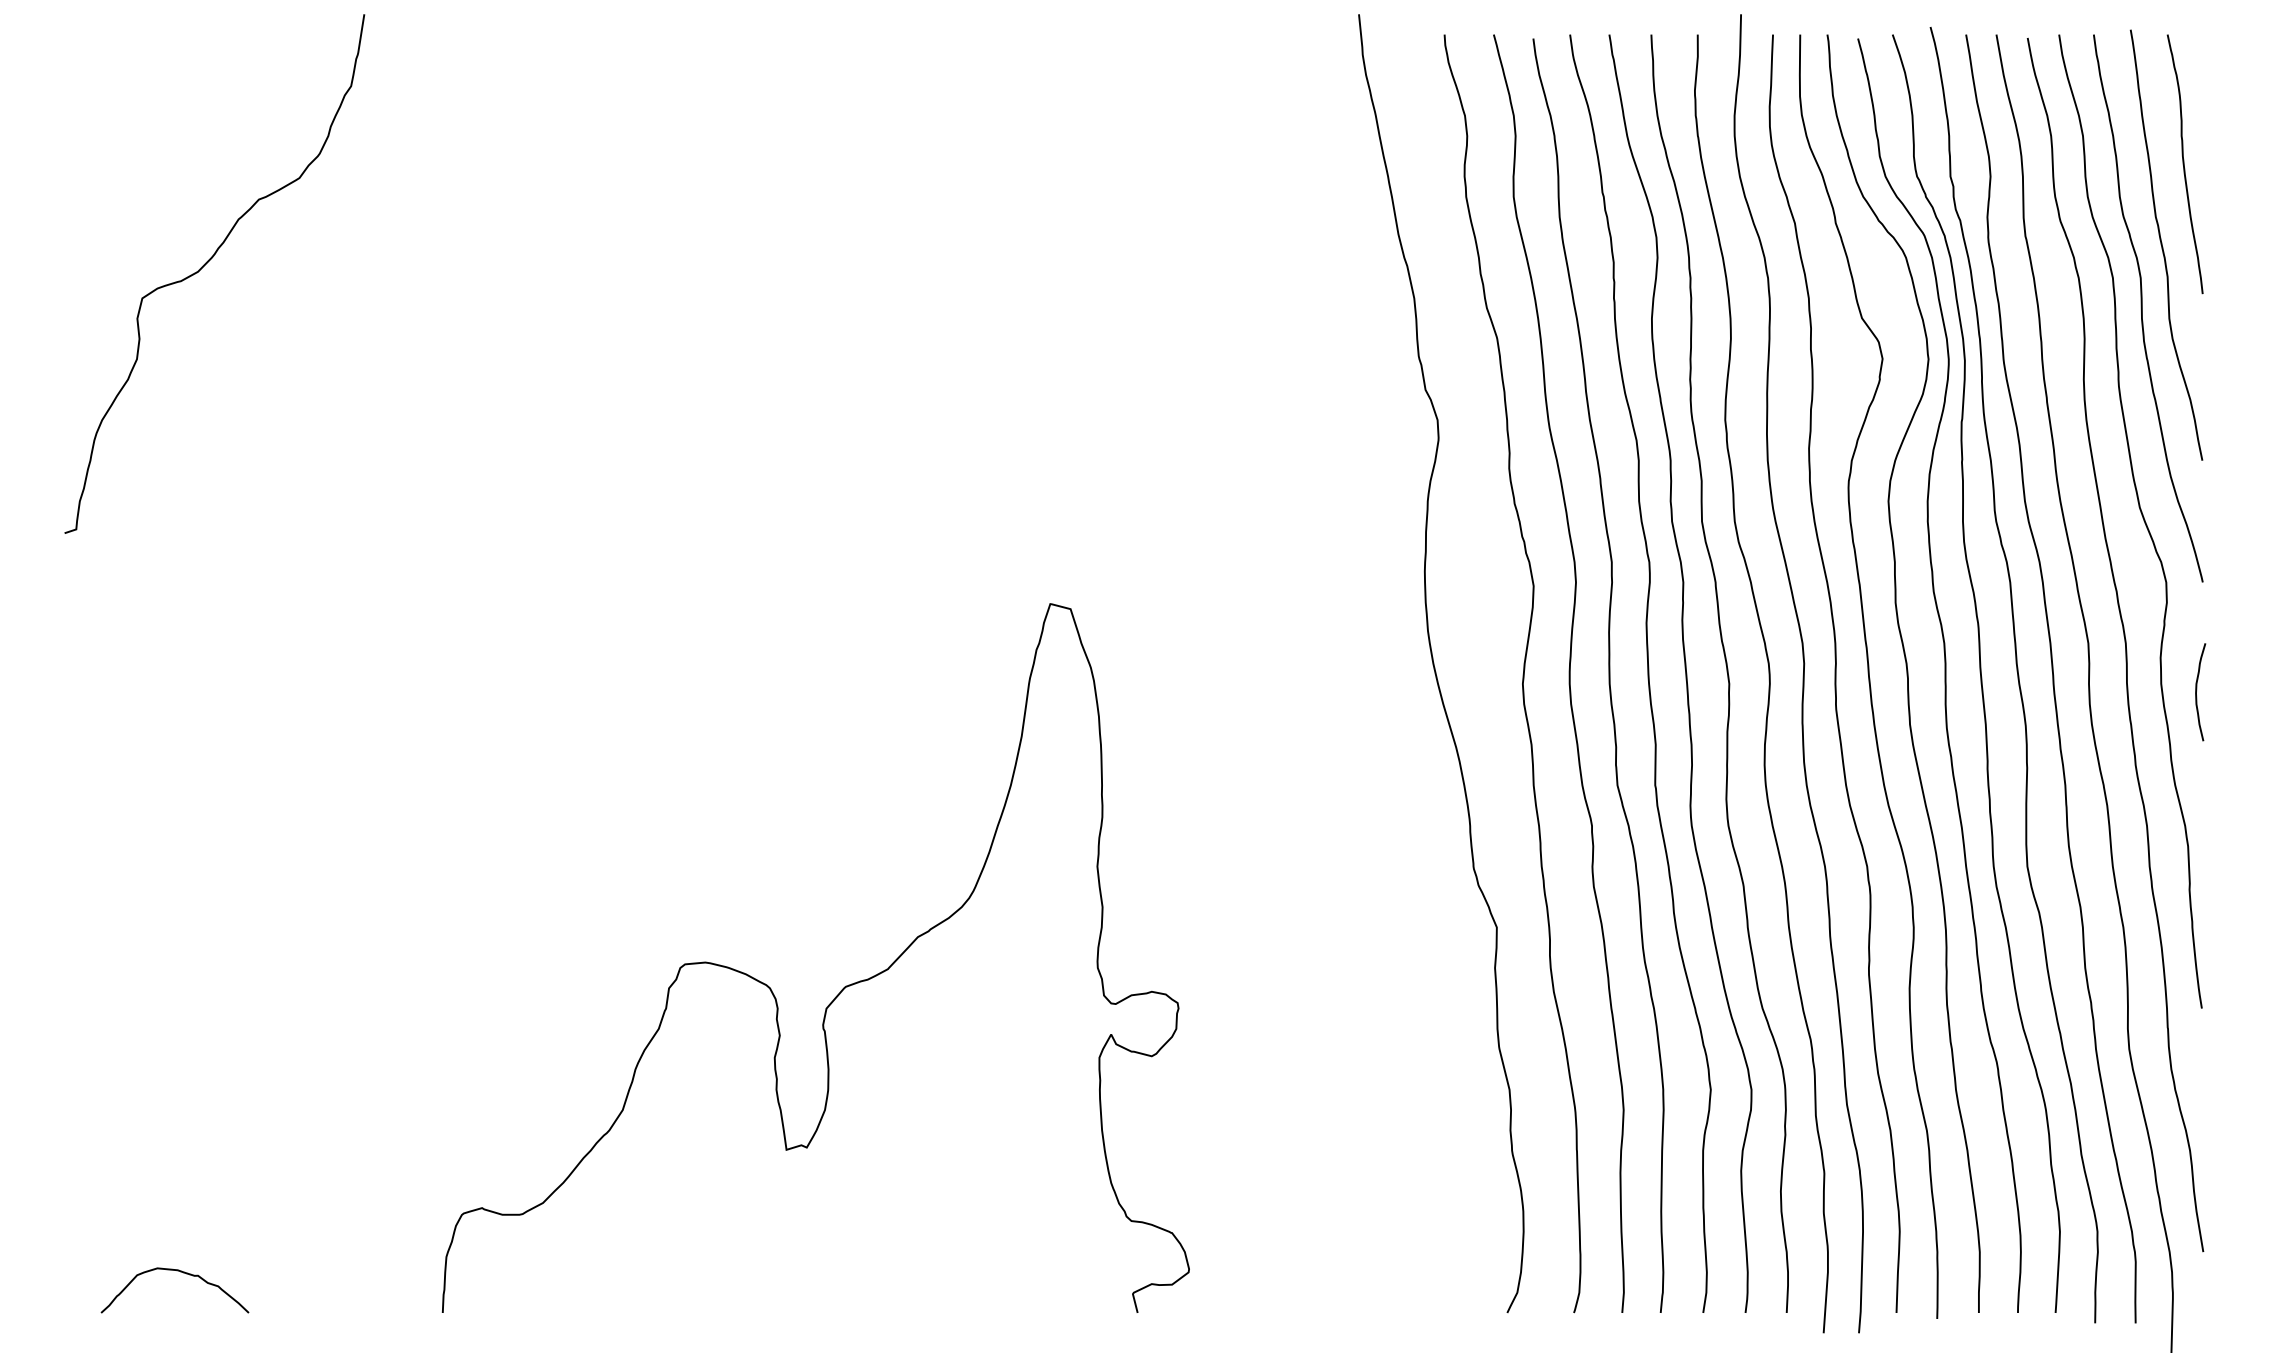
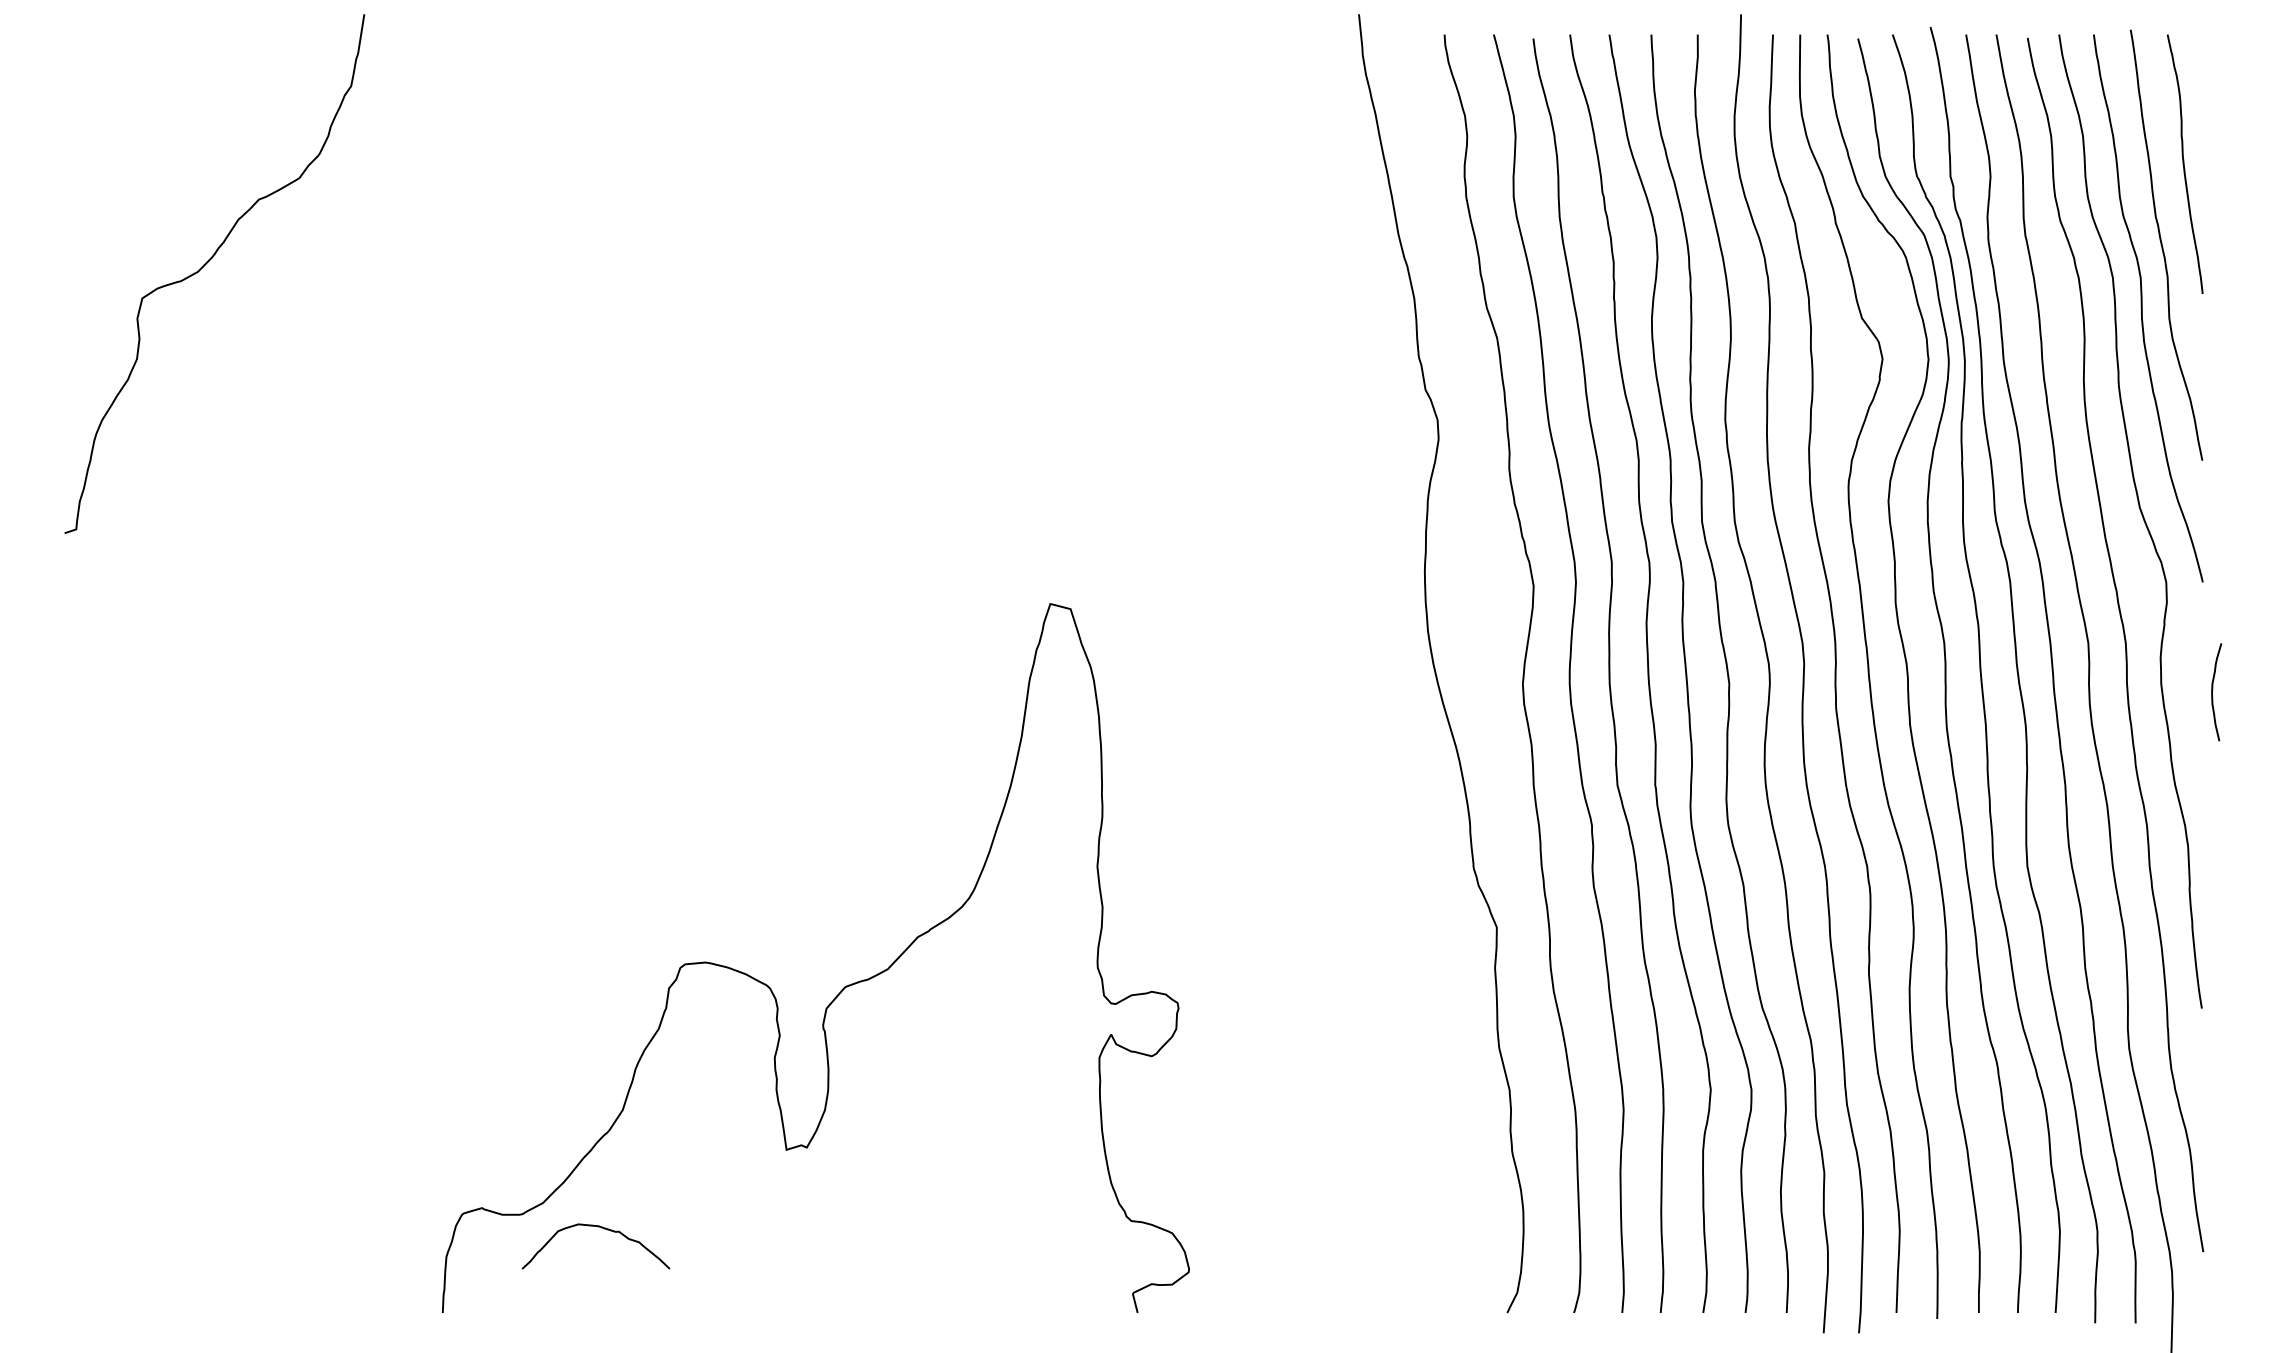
curve at (2197, 690) position: (2197, 690) -> (2213, 690)
curve at (180, 1272) position: (180, 1272) -> (601, 1228)
